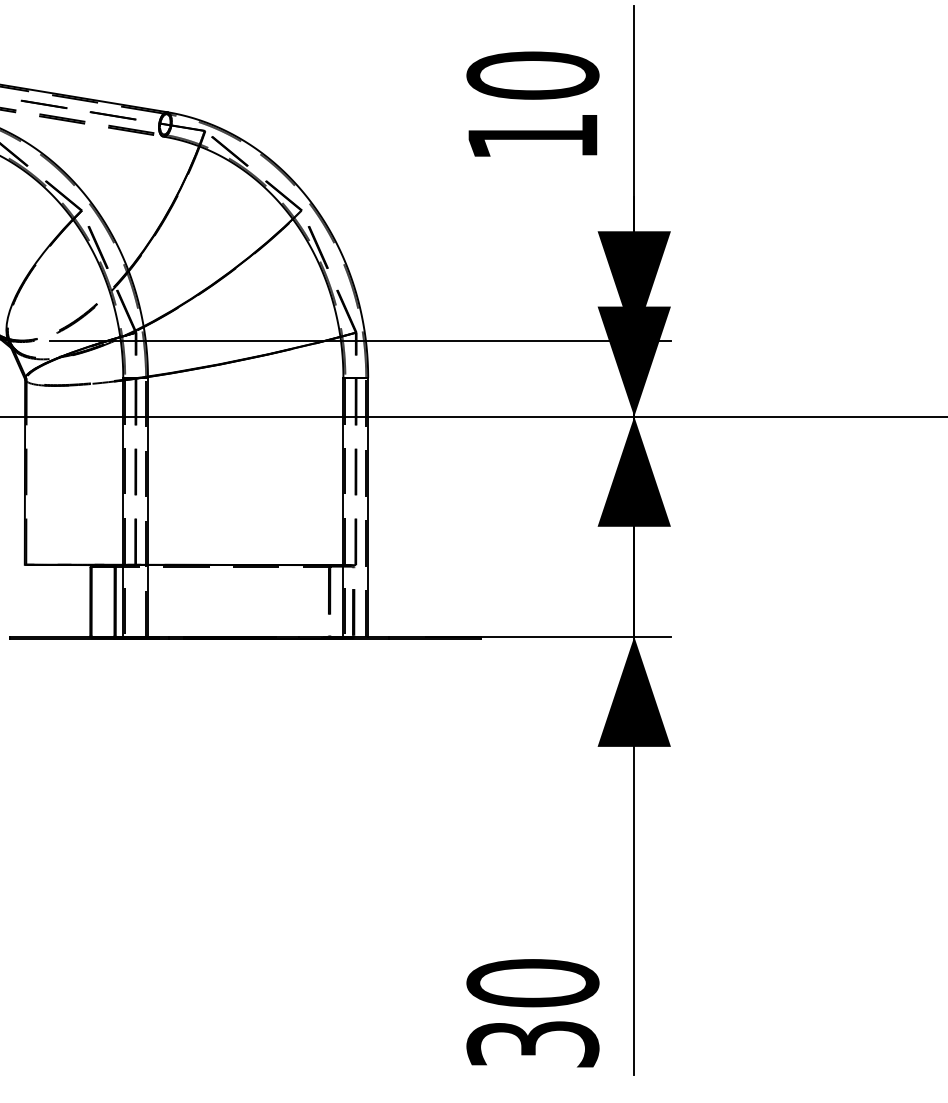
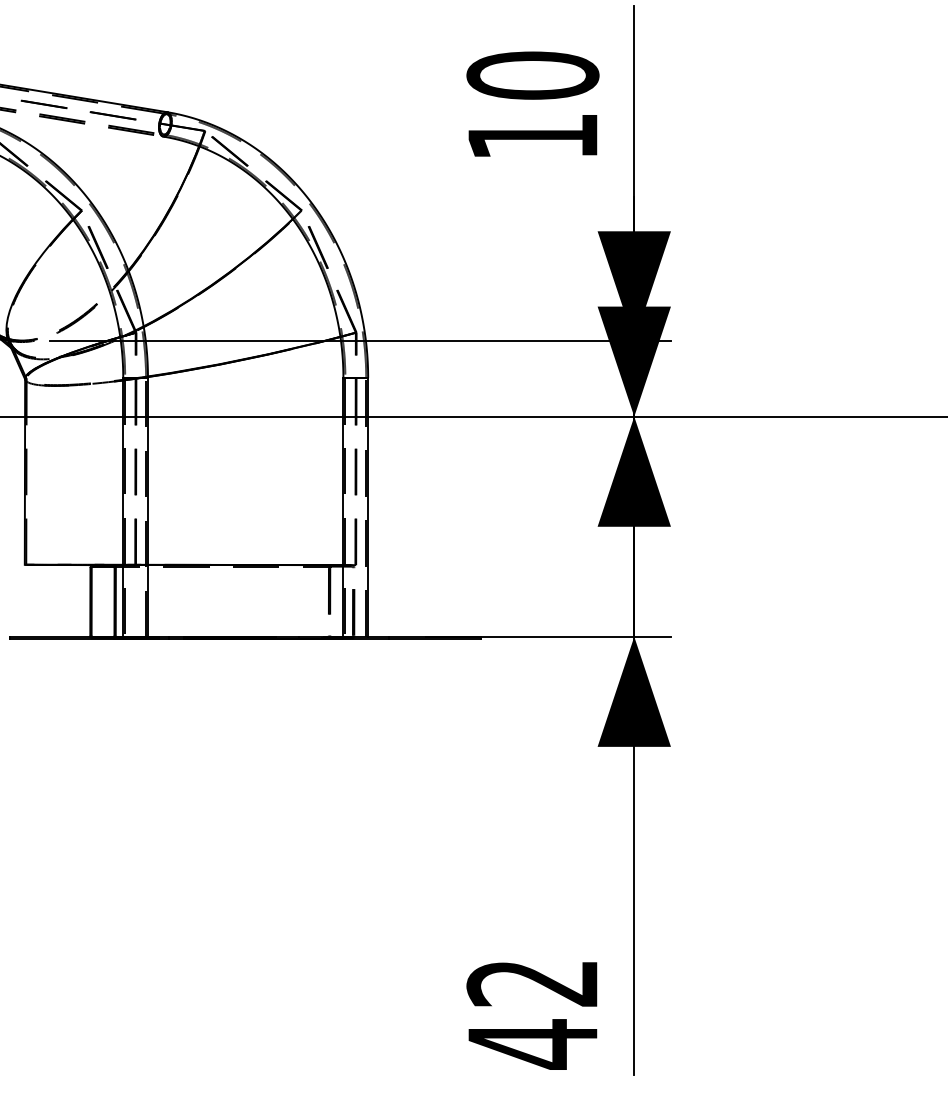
text at (532, 1014): 30 -> 42
